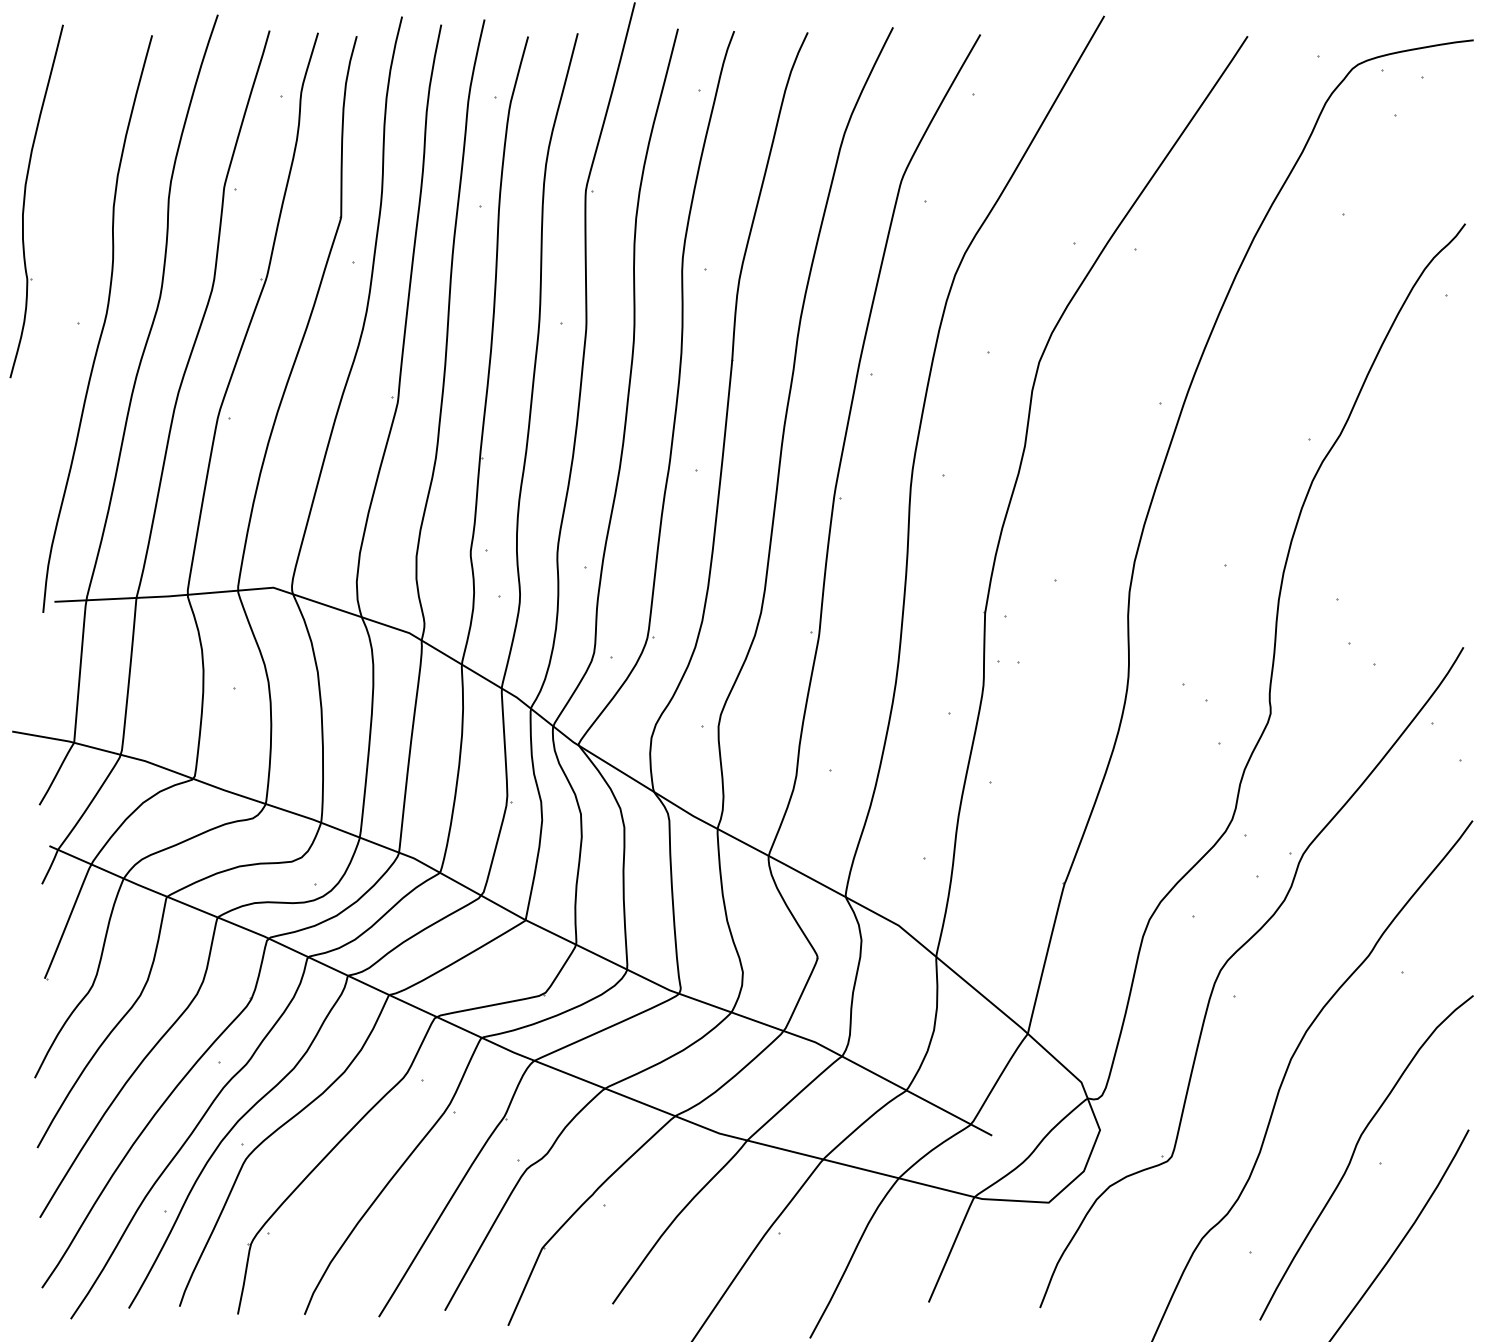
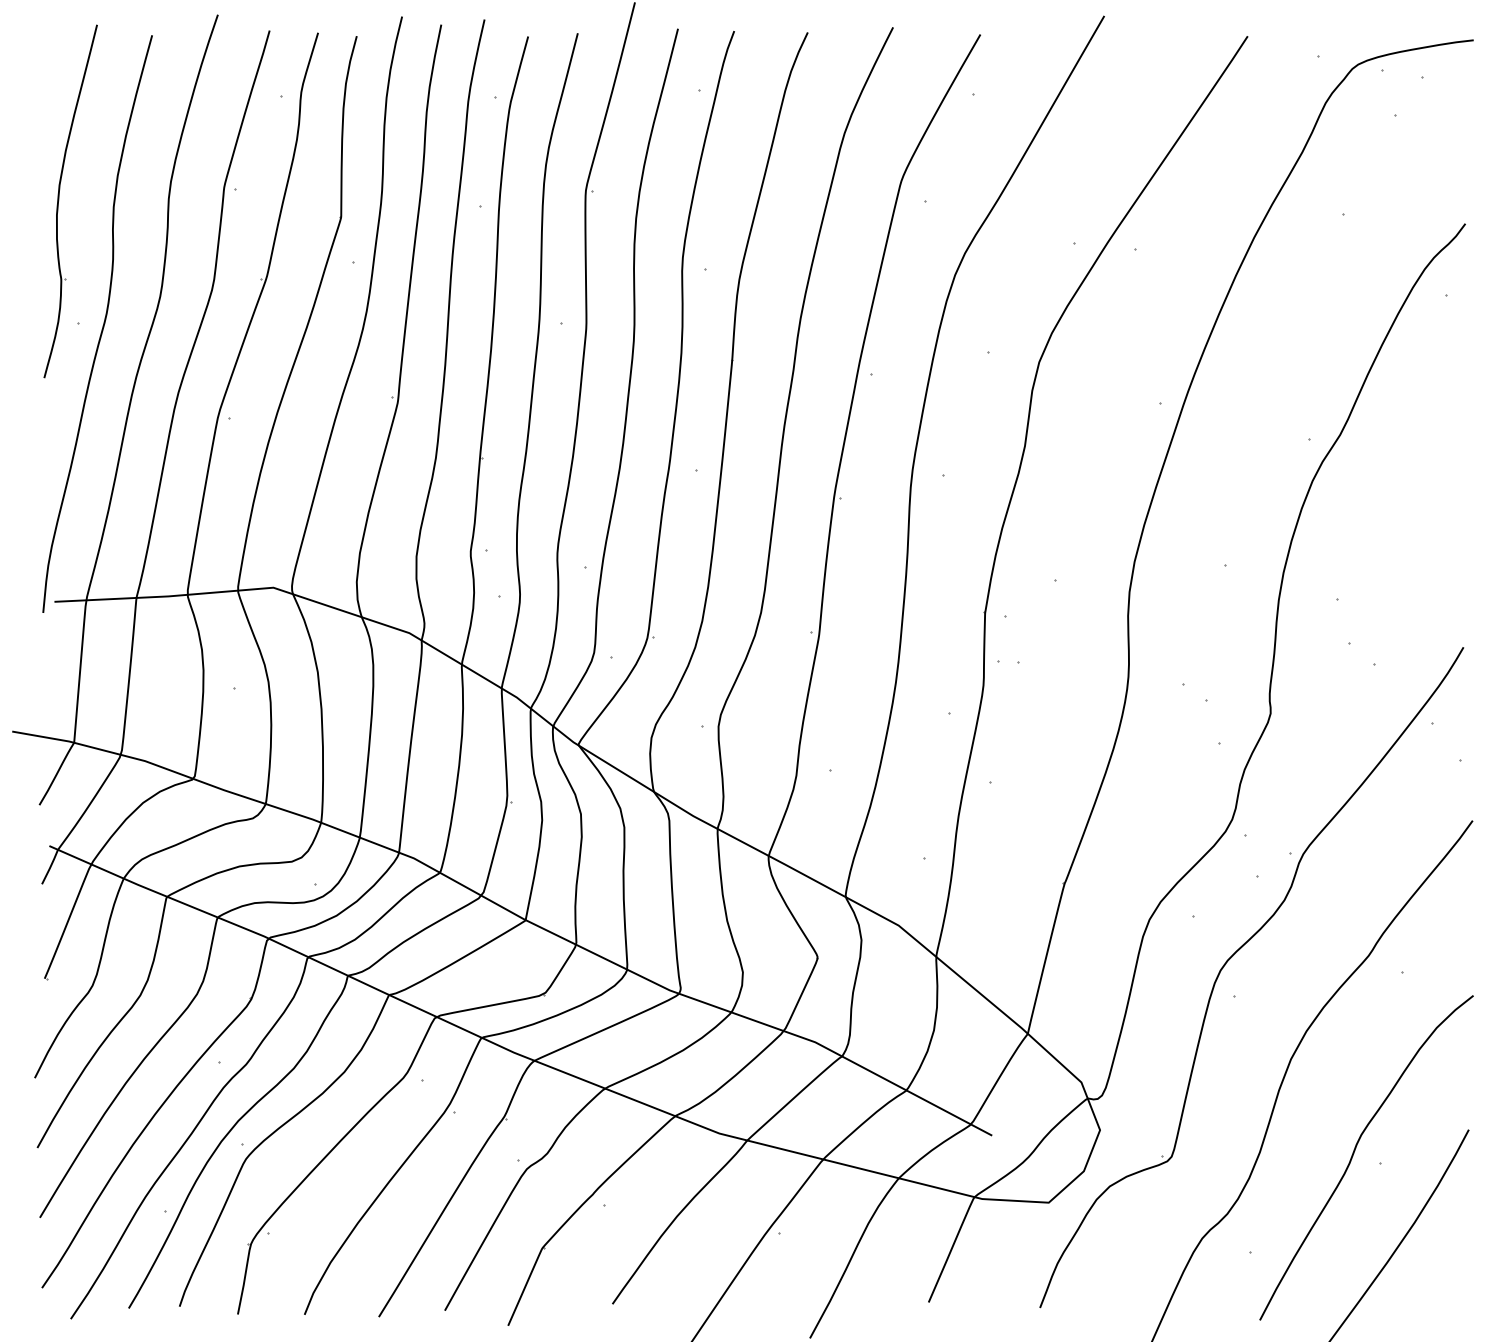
part at (25, 200) position: (25, 200) -> (59, 200)
